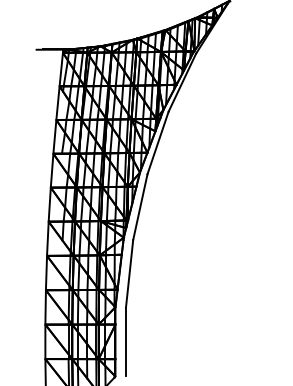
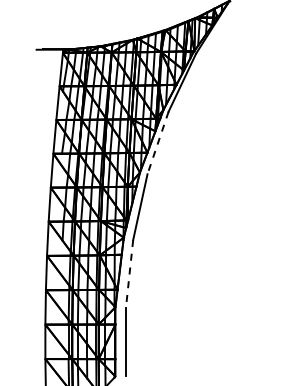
line at (158, 143): solid -> dashed
line at (129, 274): solid -> dashed
